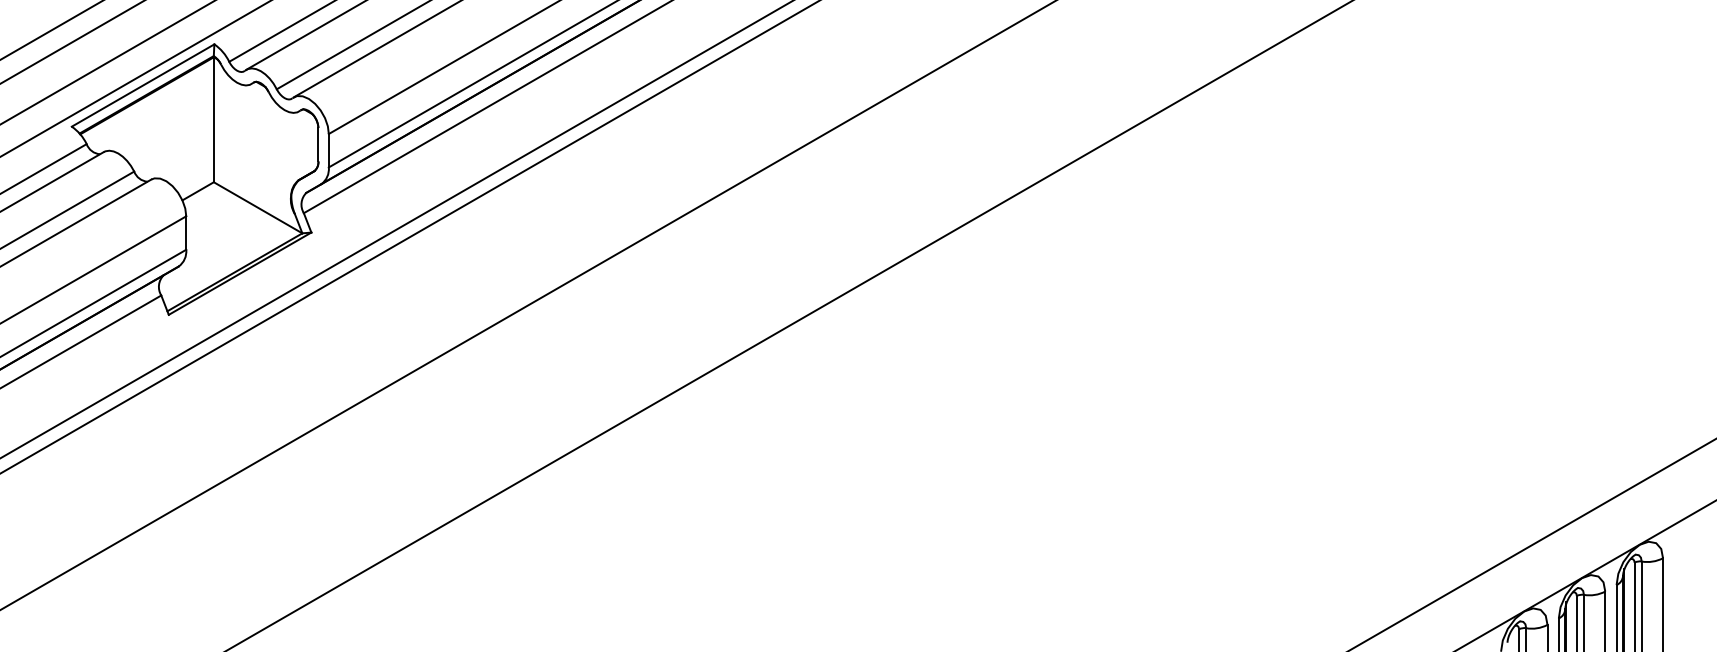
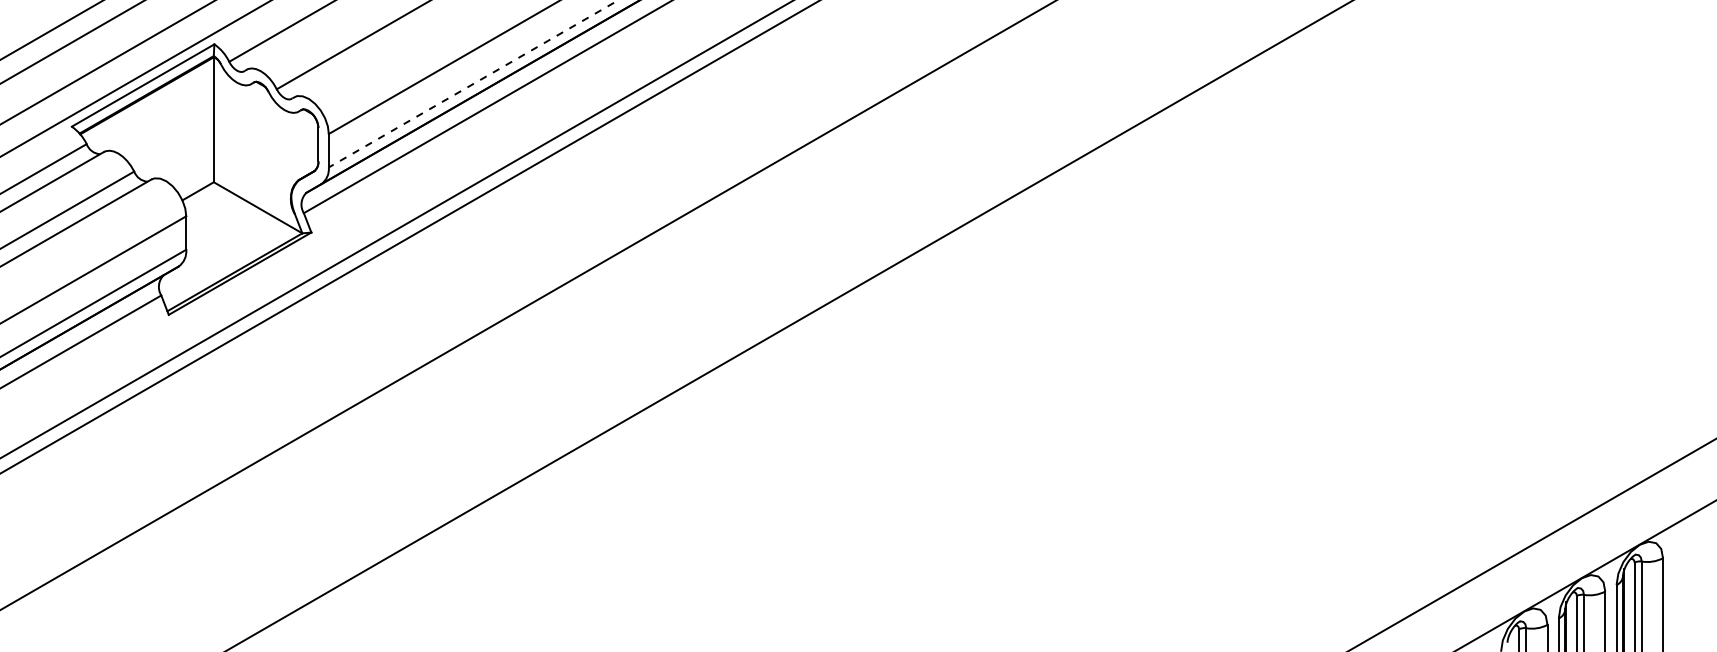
line at (304, 35): present -> none
line at (375, 49): present -> none
line at (473, 83): solid -> dashed
